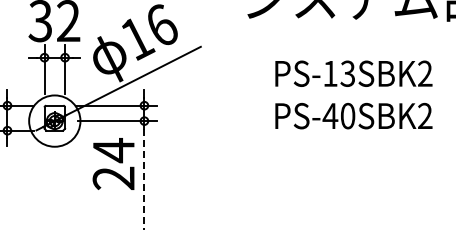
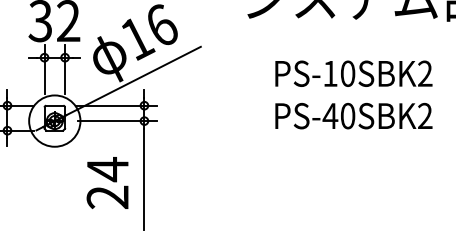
text at (347, 73): PS-13SBK2 -> PS-10SBK2
text at (113, 163) position: (113, 163) -> (107, 182)
line at (144, 179): dashed -> solid
